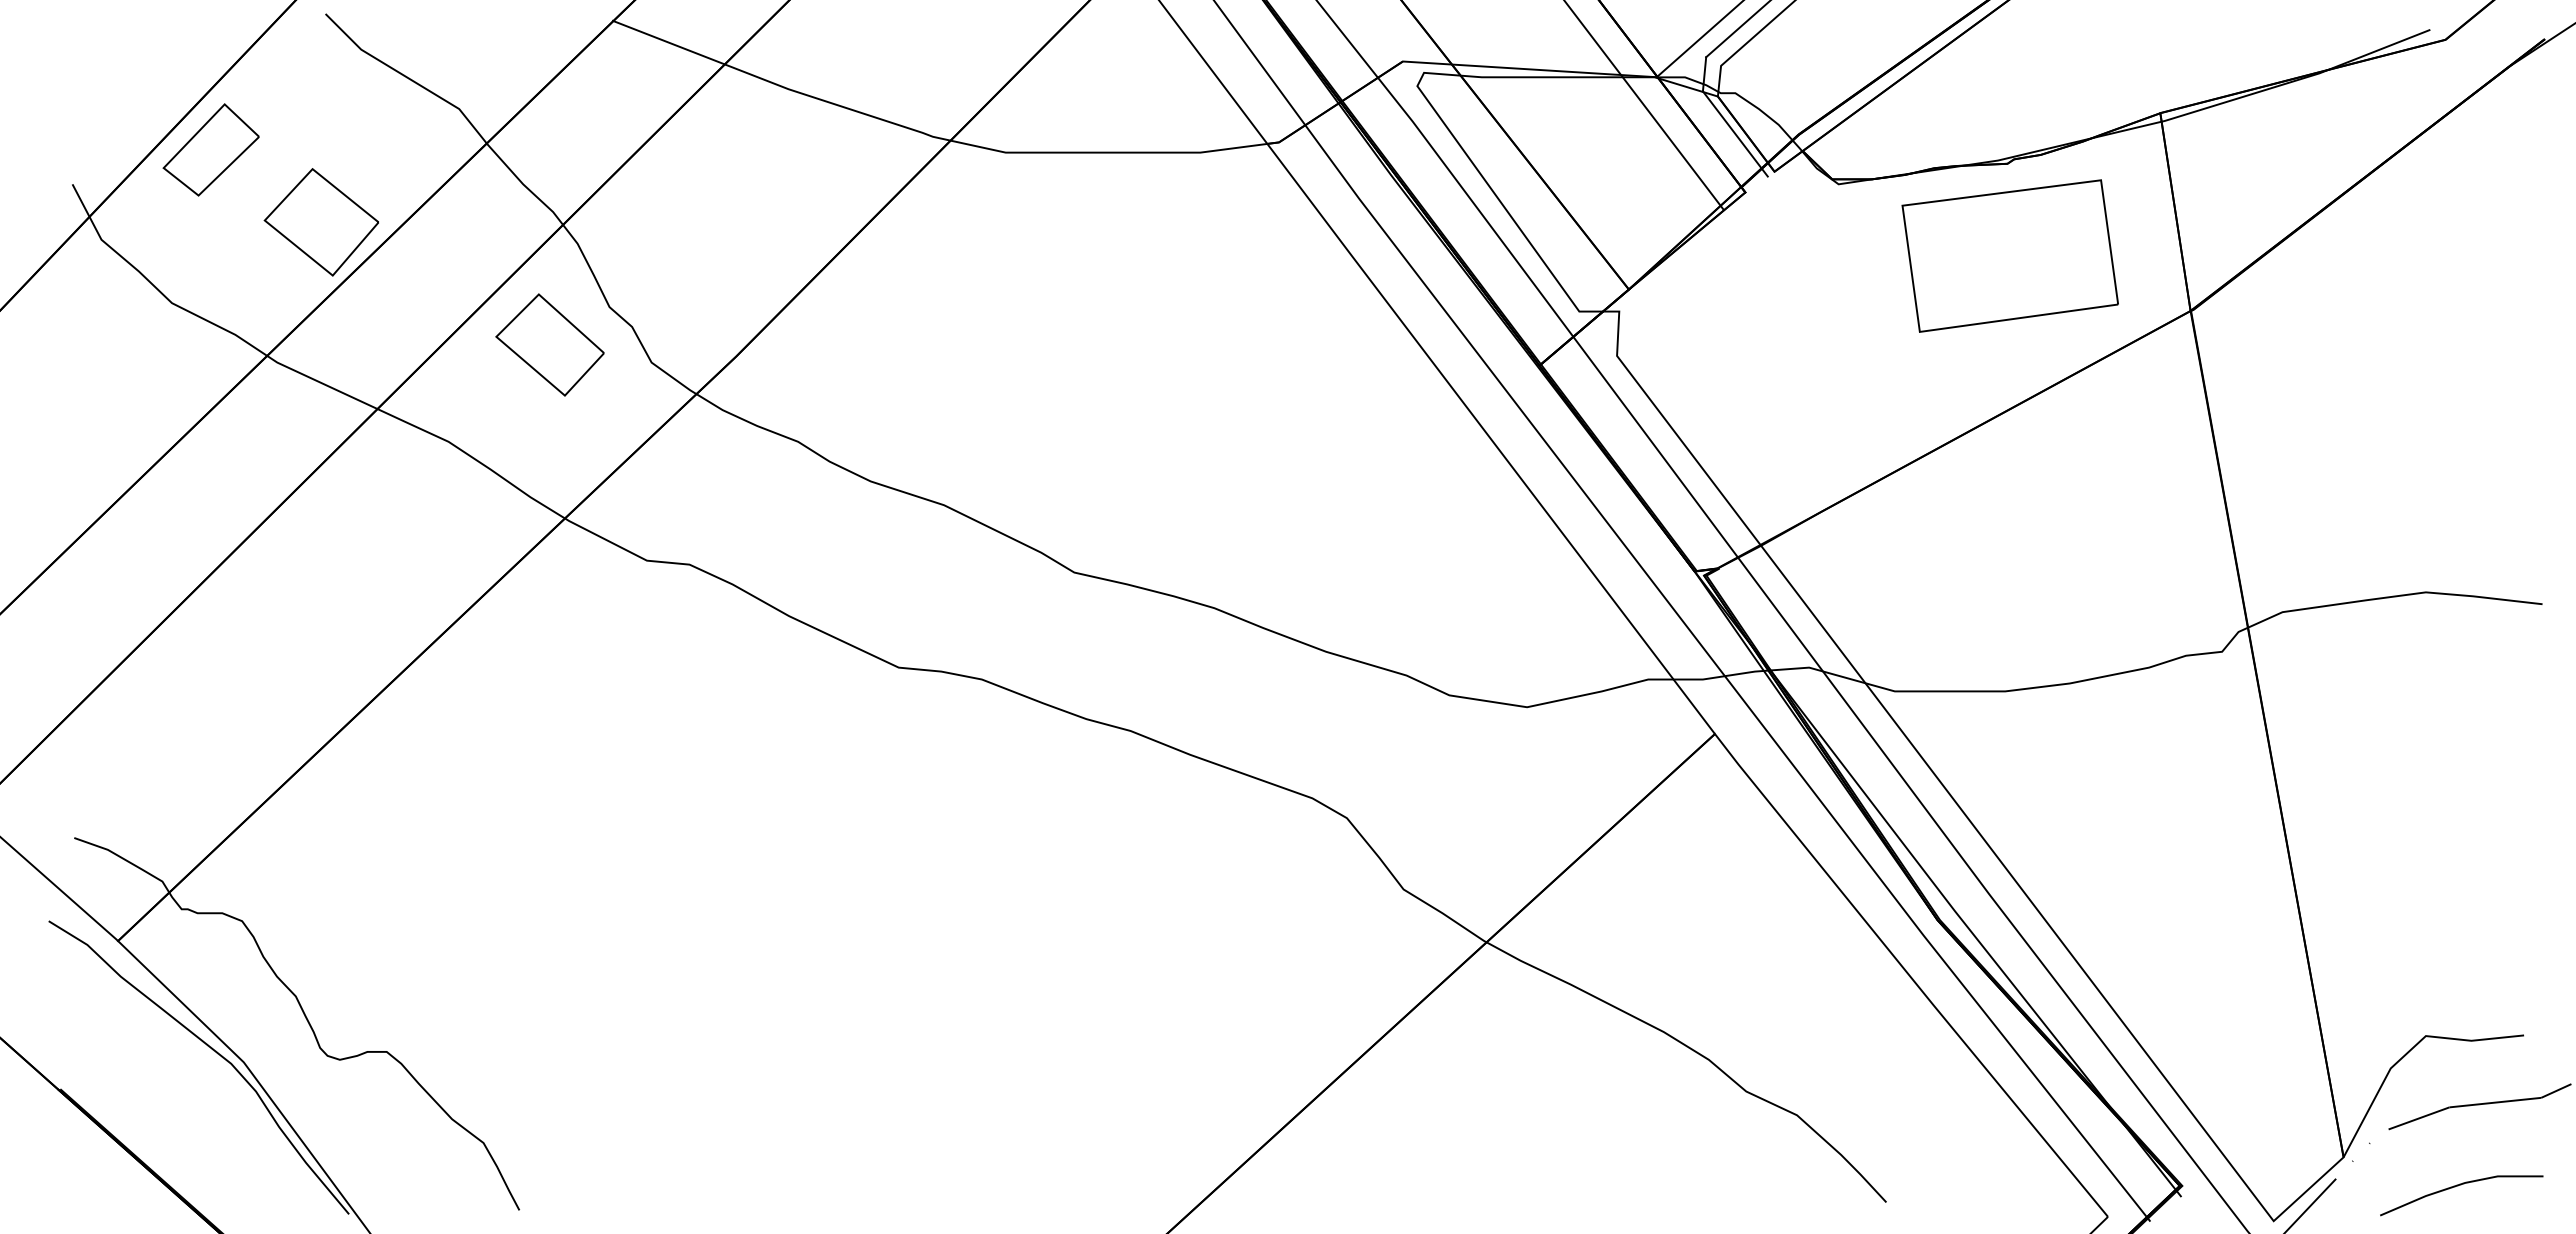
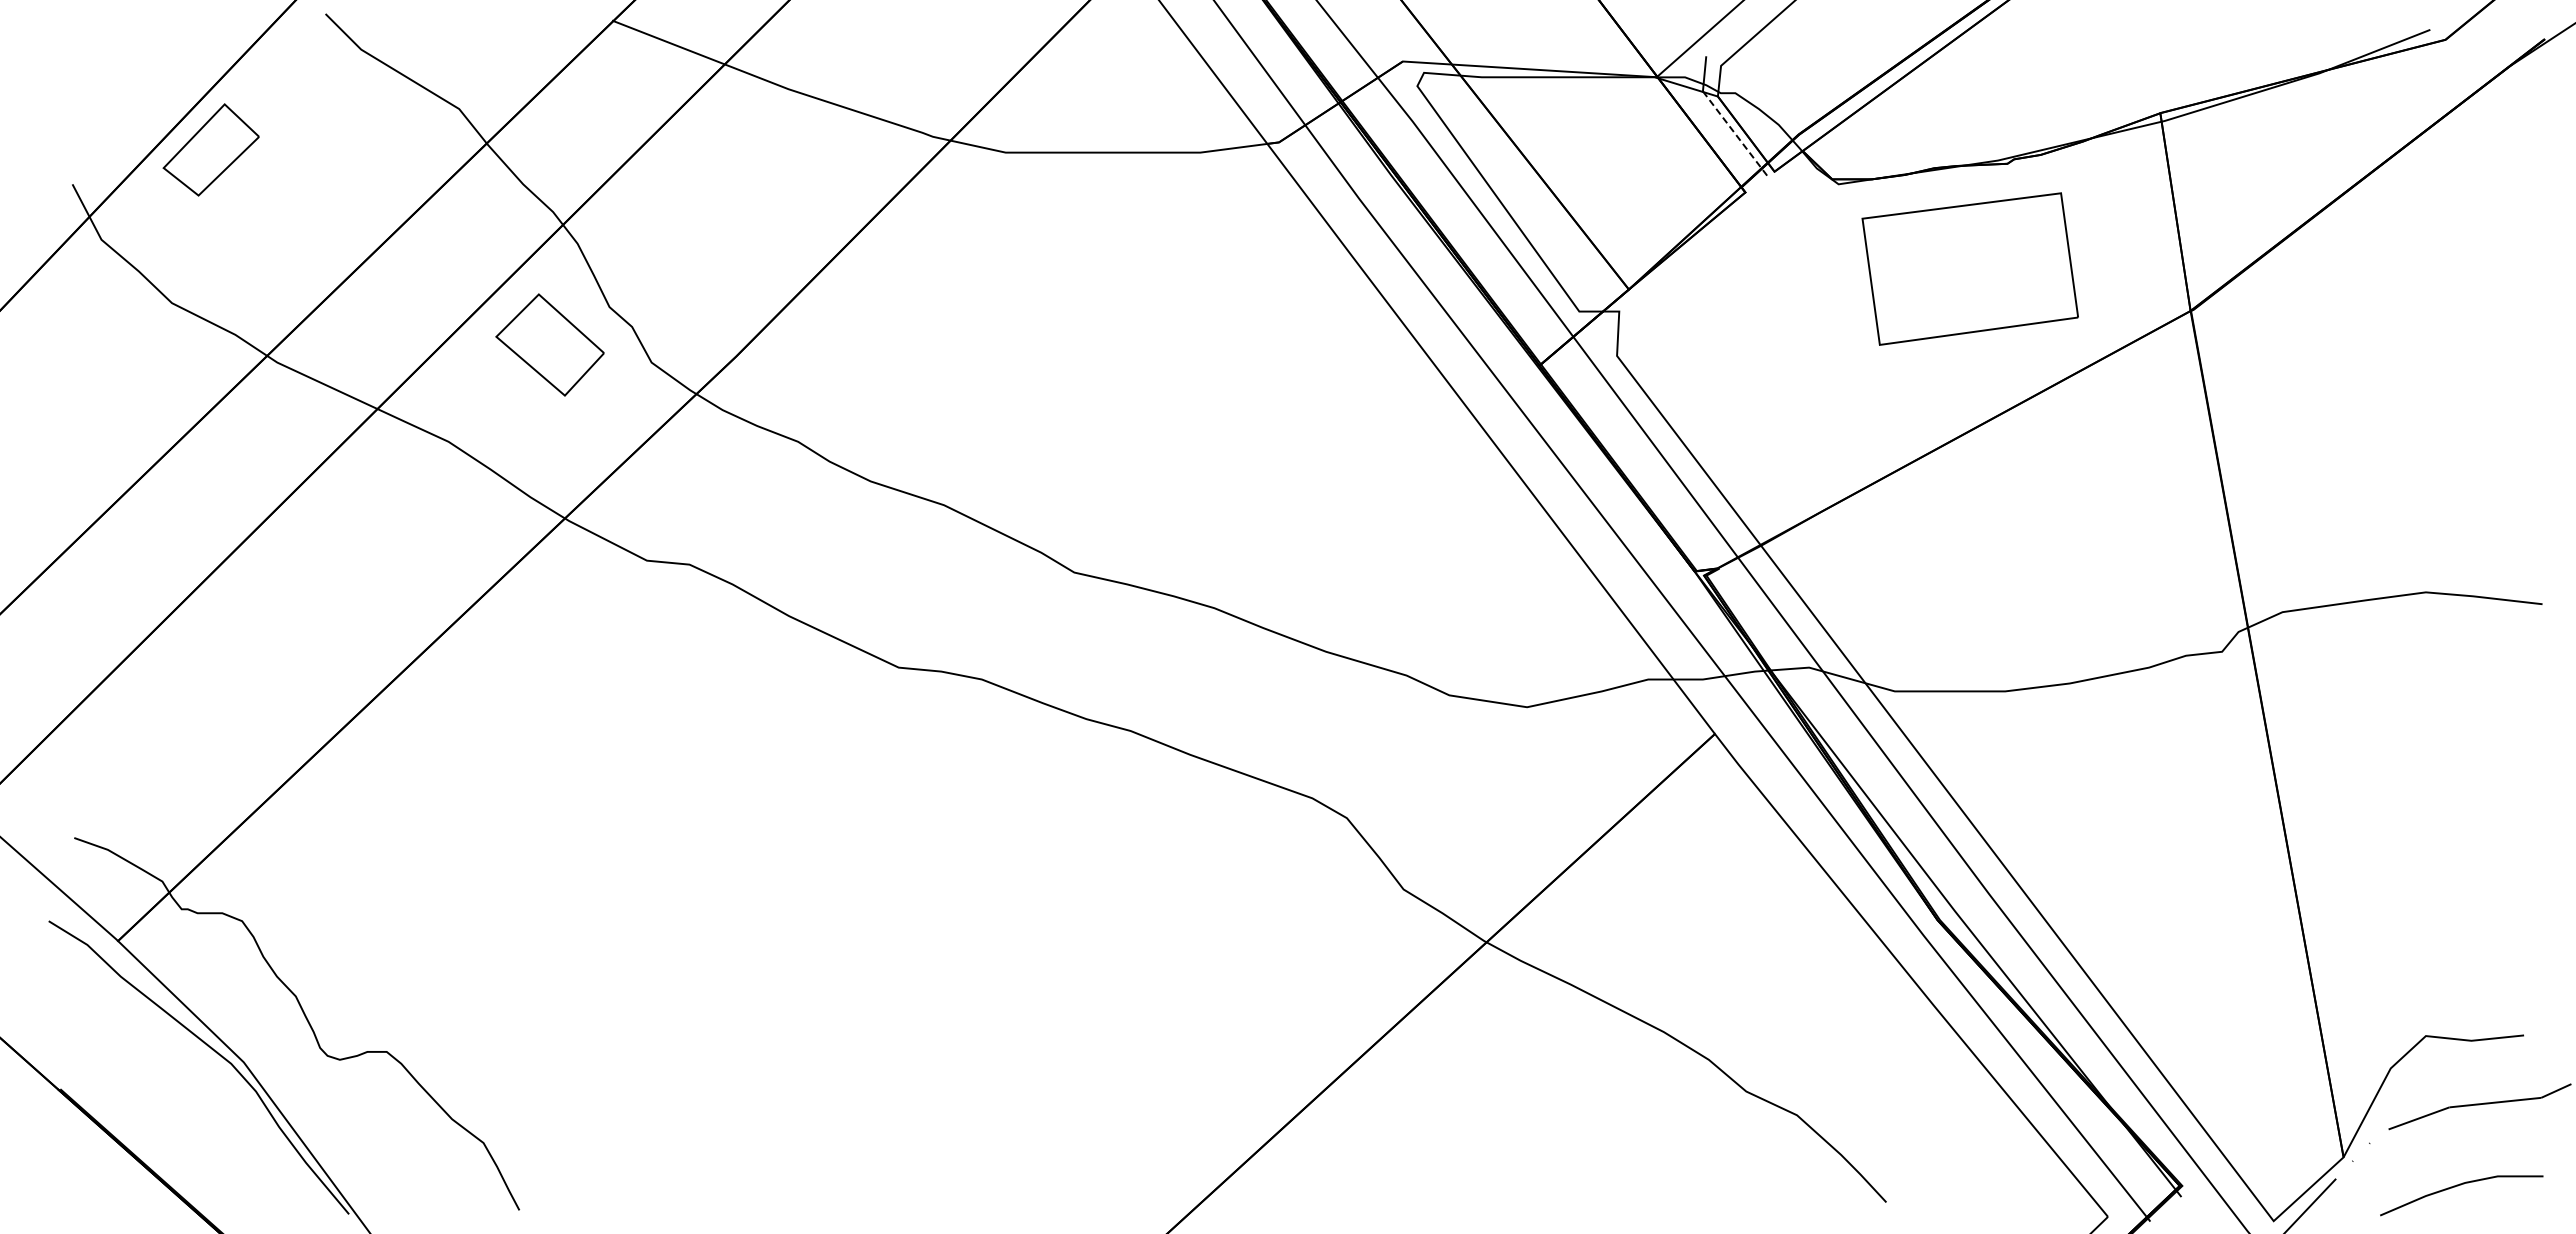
line at (1737, 29): present -> none
line at (1644, 105): present -> none
line at (1735, 133): solid -> dashed
part at (320, 222): present -> none
part at (2009, 255) position: (2009, 255) -> (1969, 268)
